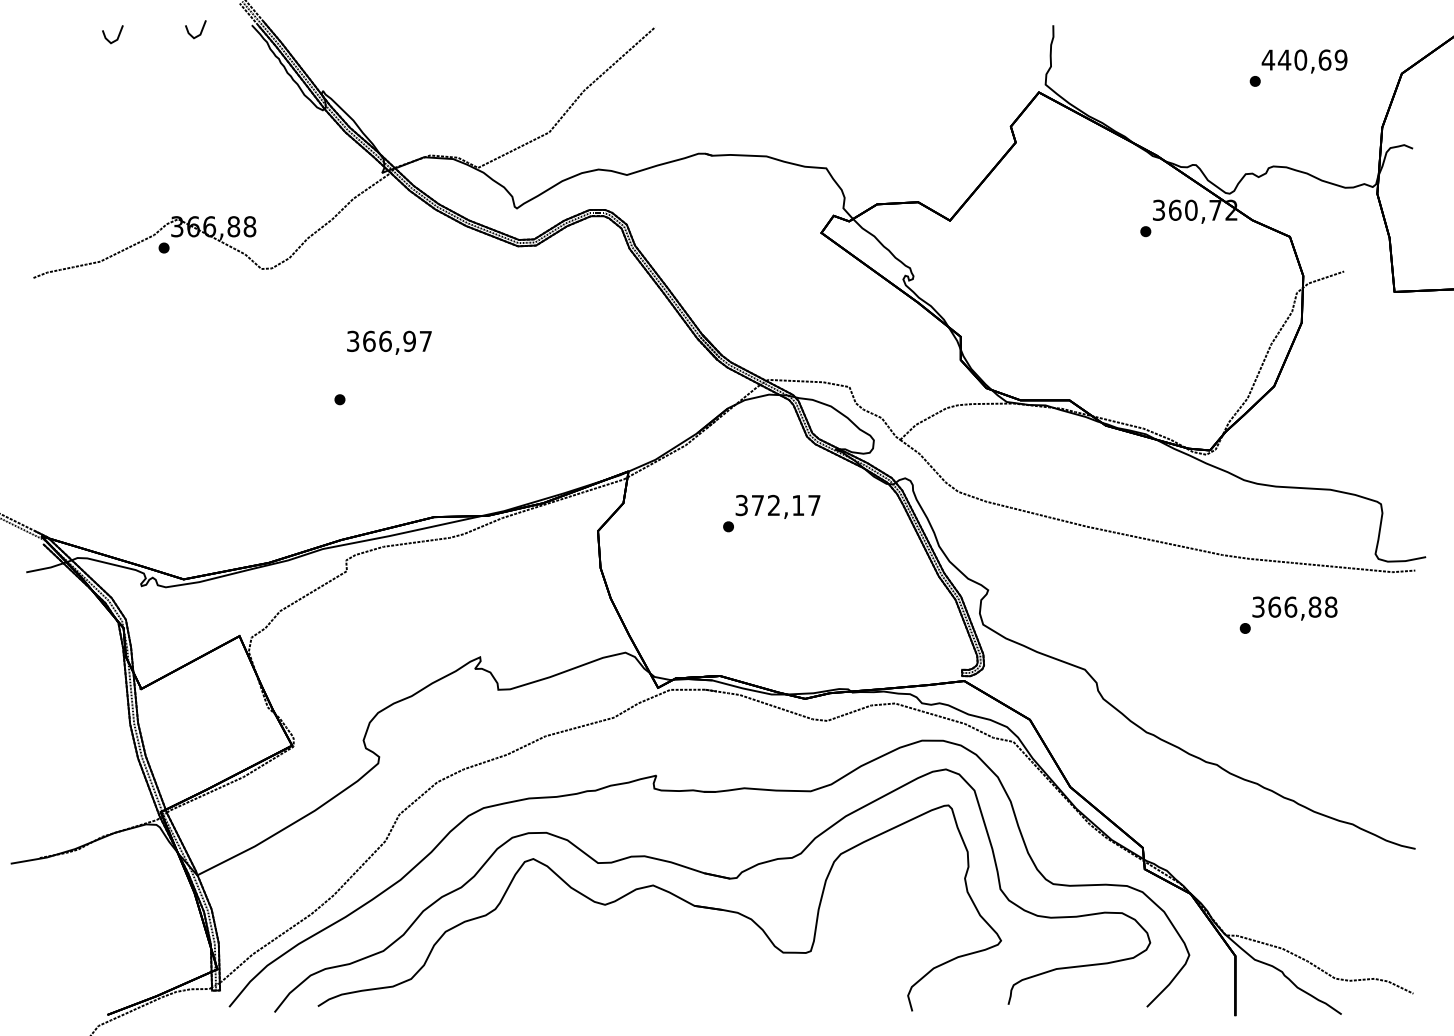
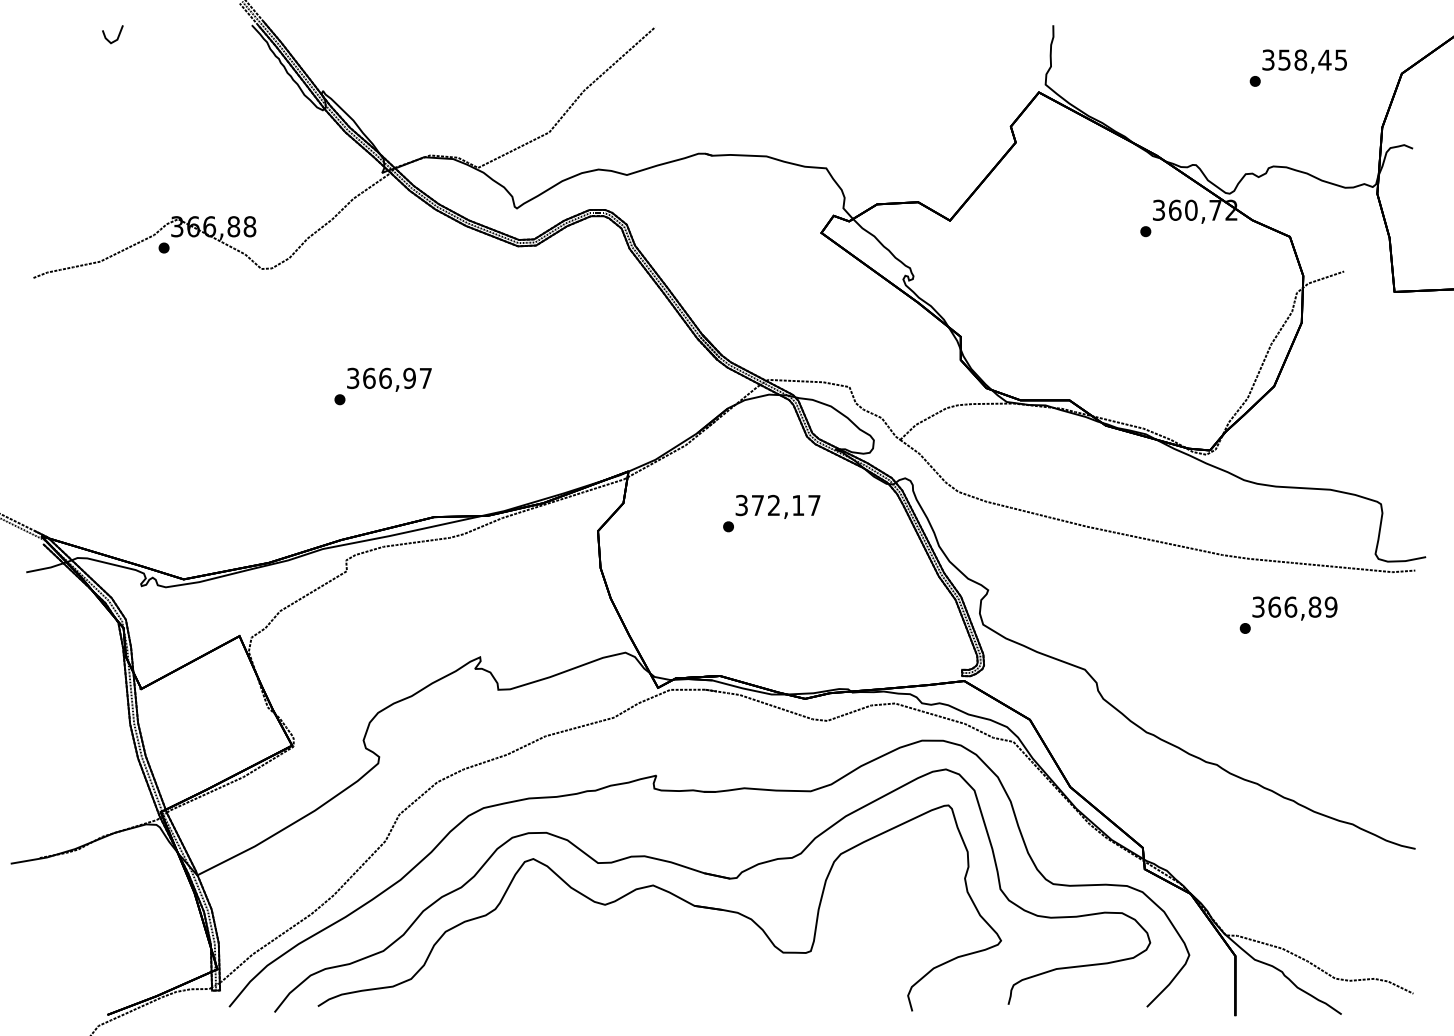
line at (200, 31): present -> none
text at (1304, 59): 440,69 -> 358,45
text at (389, 342) position: (389, 342) -> (389, 379)
text at (1330, 606): 366,88 -> 366,89
